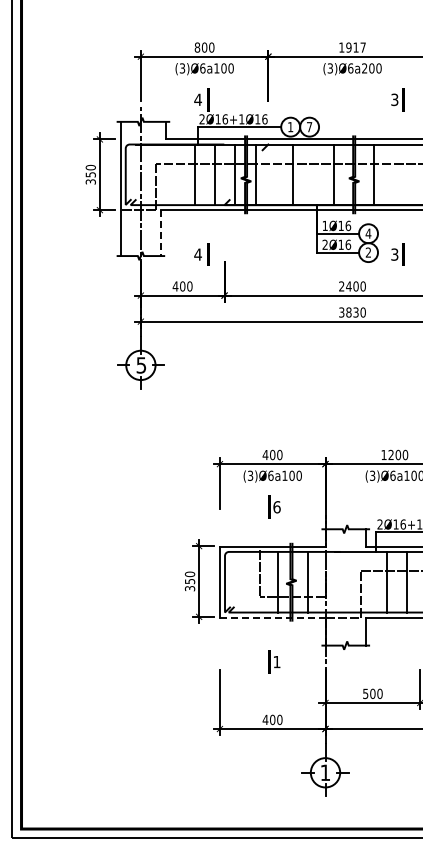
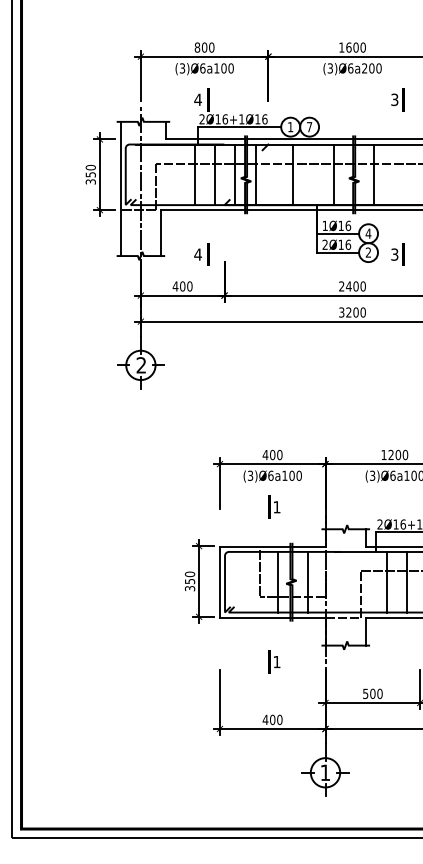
text at (355, 47): 1917 -> 1600
line at (161, 233): dashed -> solid
text at (352, 312): 3830 -> 3200
text at (141, 365): 5 -> 2
text at (276, 507): 6 -> 1
line at (272, 617): dashed -> solid
